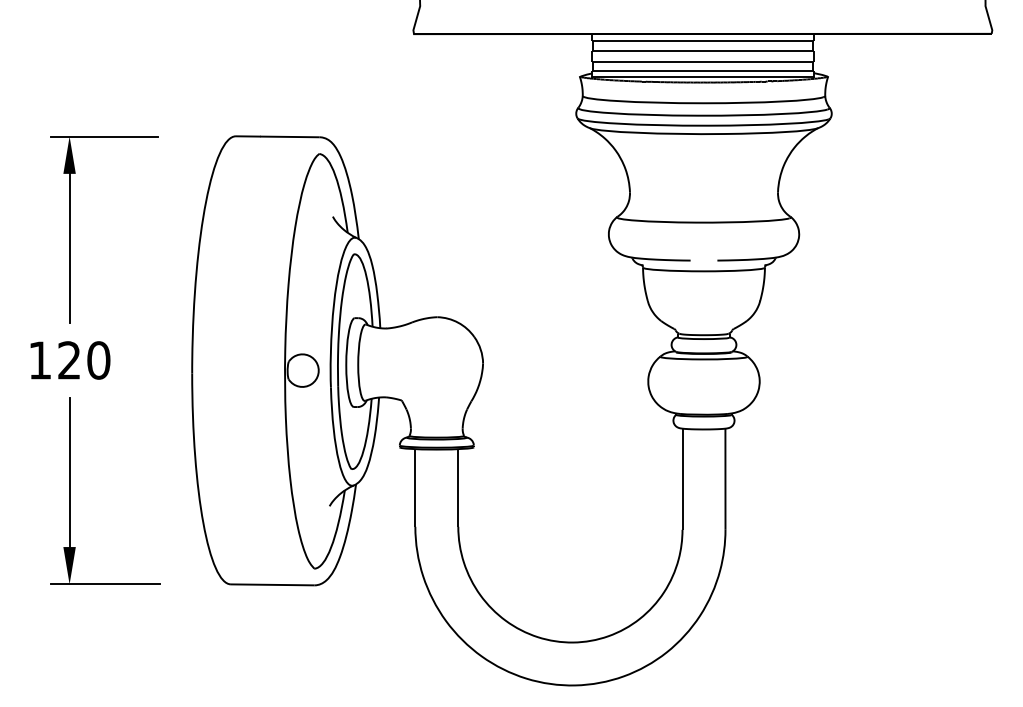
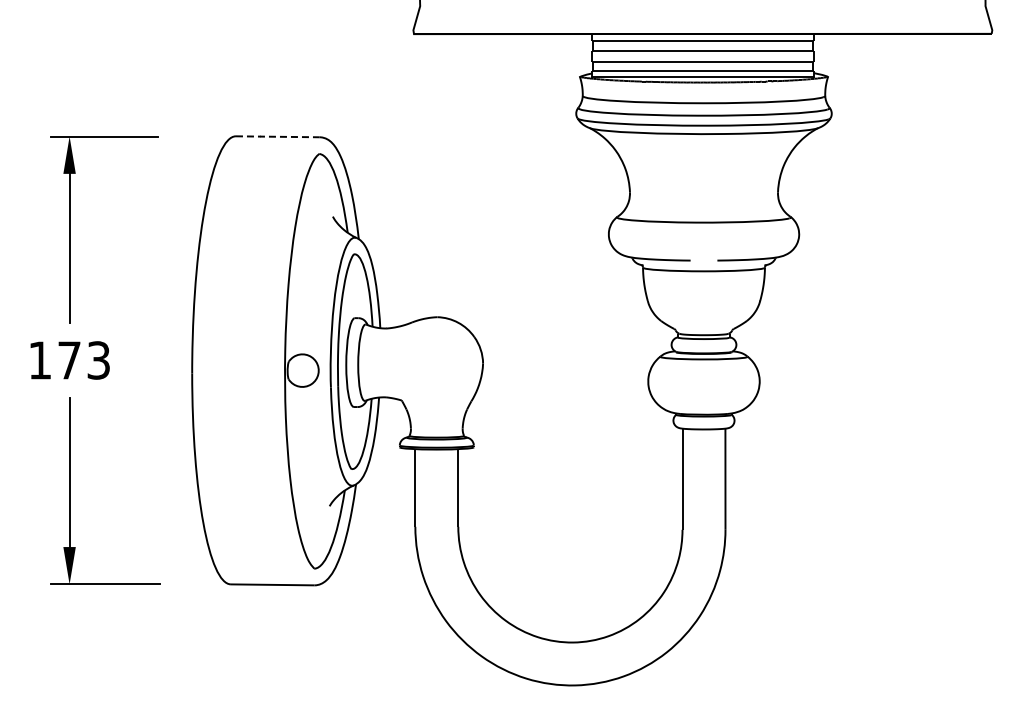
line at (277, 136): solid -> dashed
text at (84, 360): 120 -> 173
